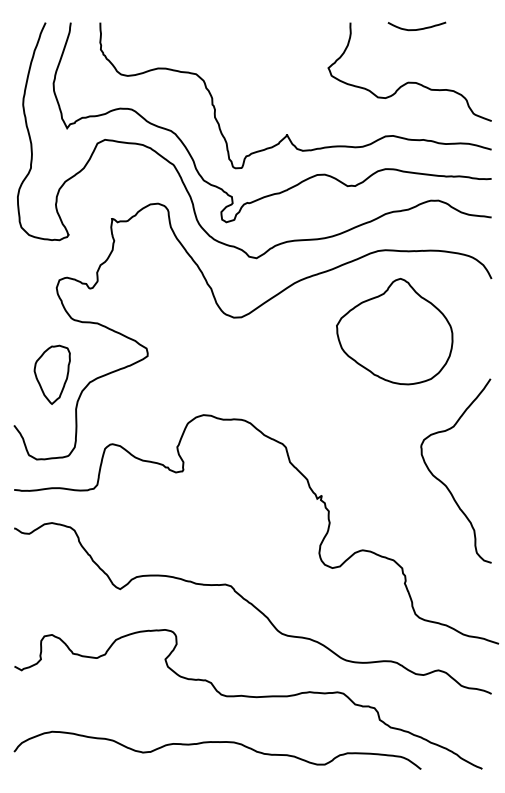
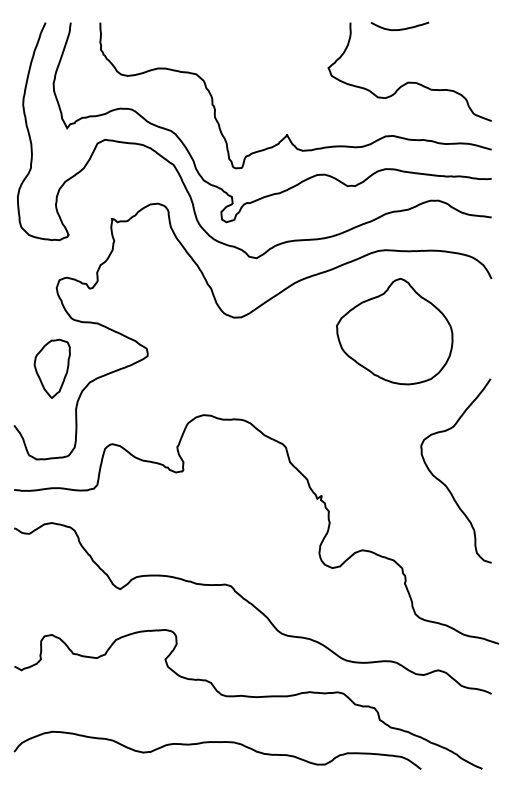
curve at (417, 28) position: (417, 28) -> (400, 28)
part at (51, 374) position: (51, 374) -> (51, 368)
